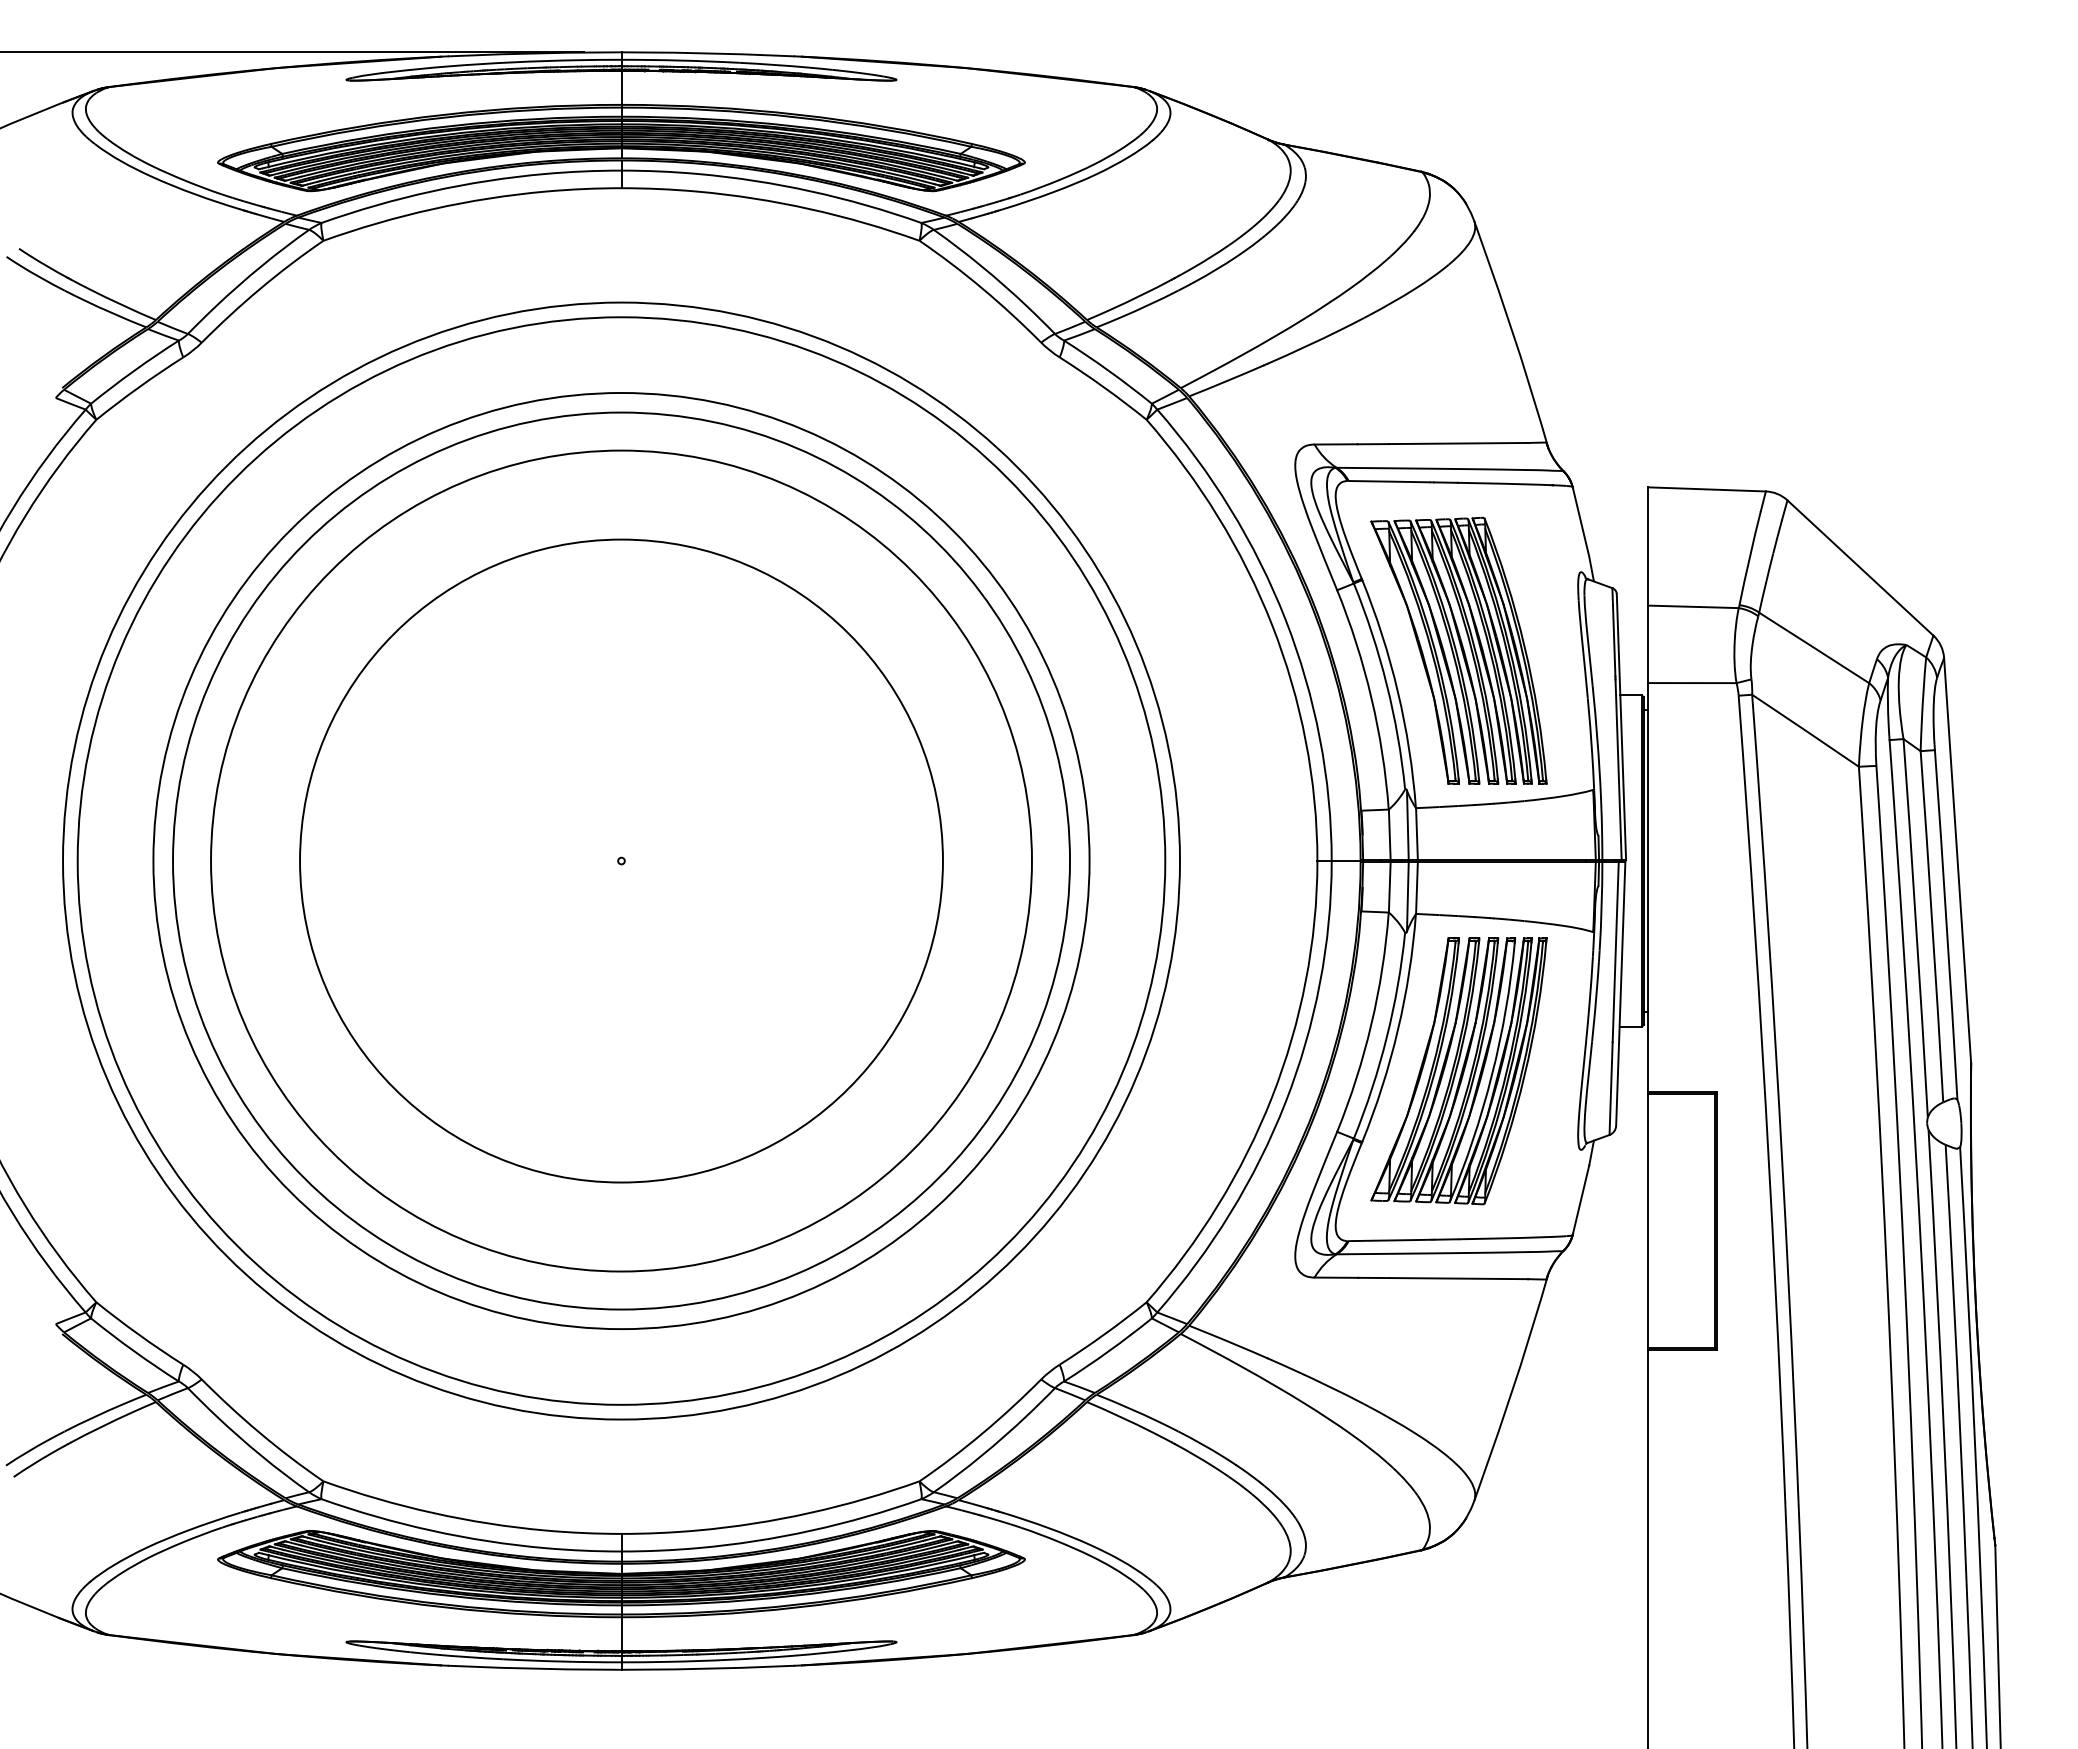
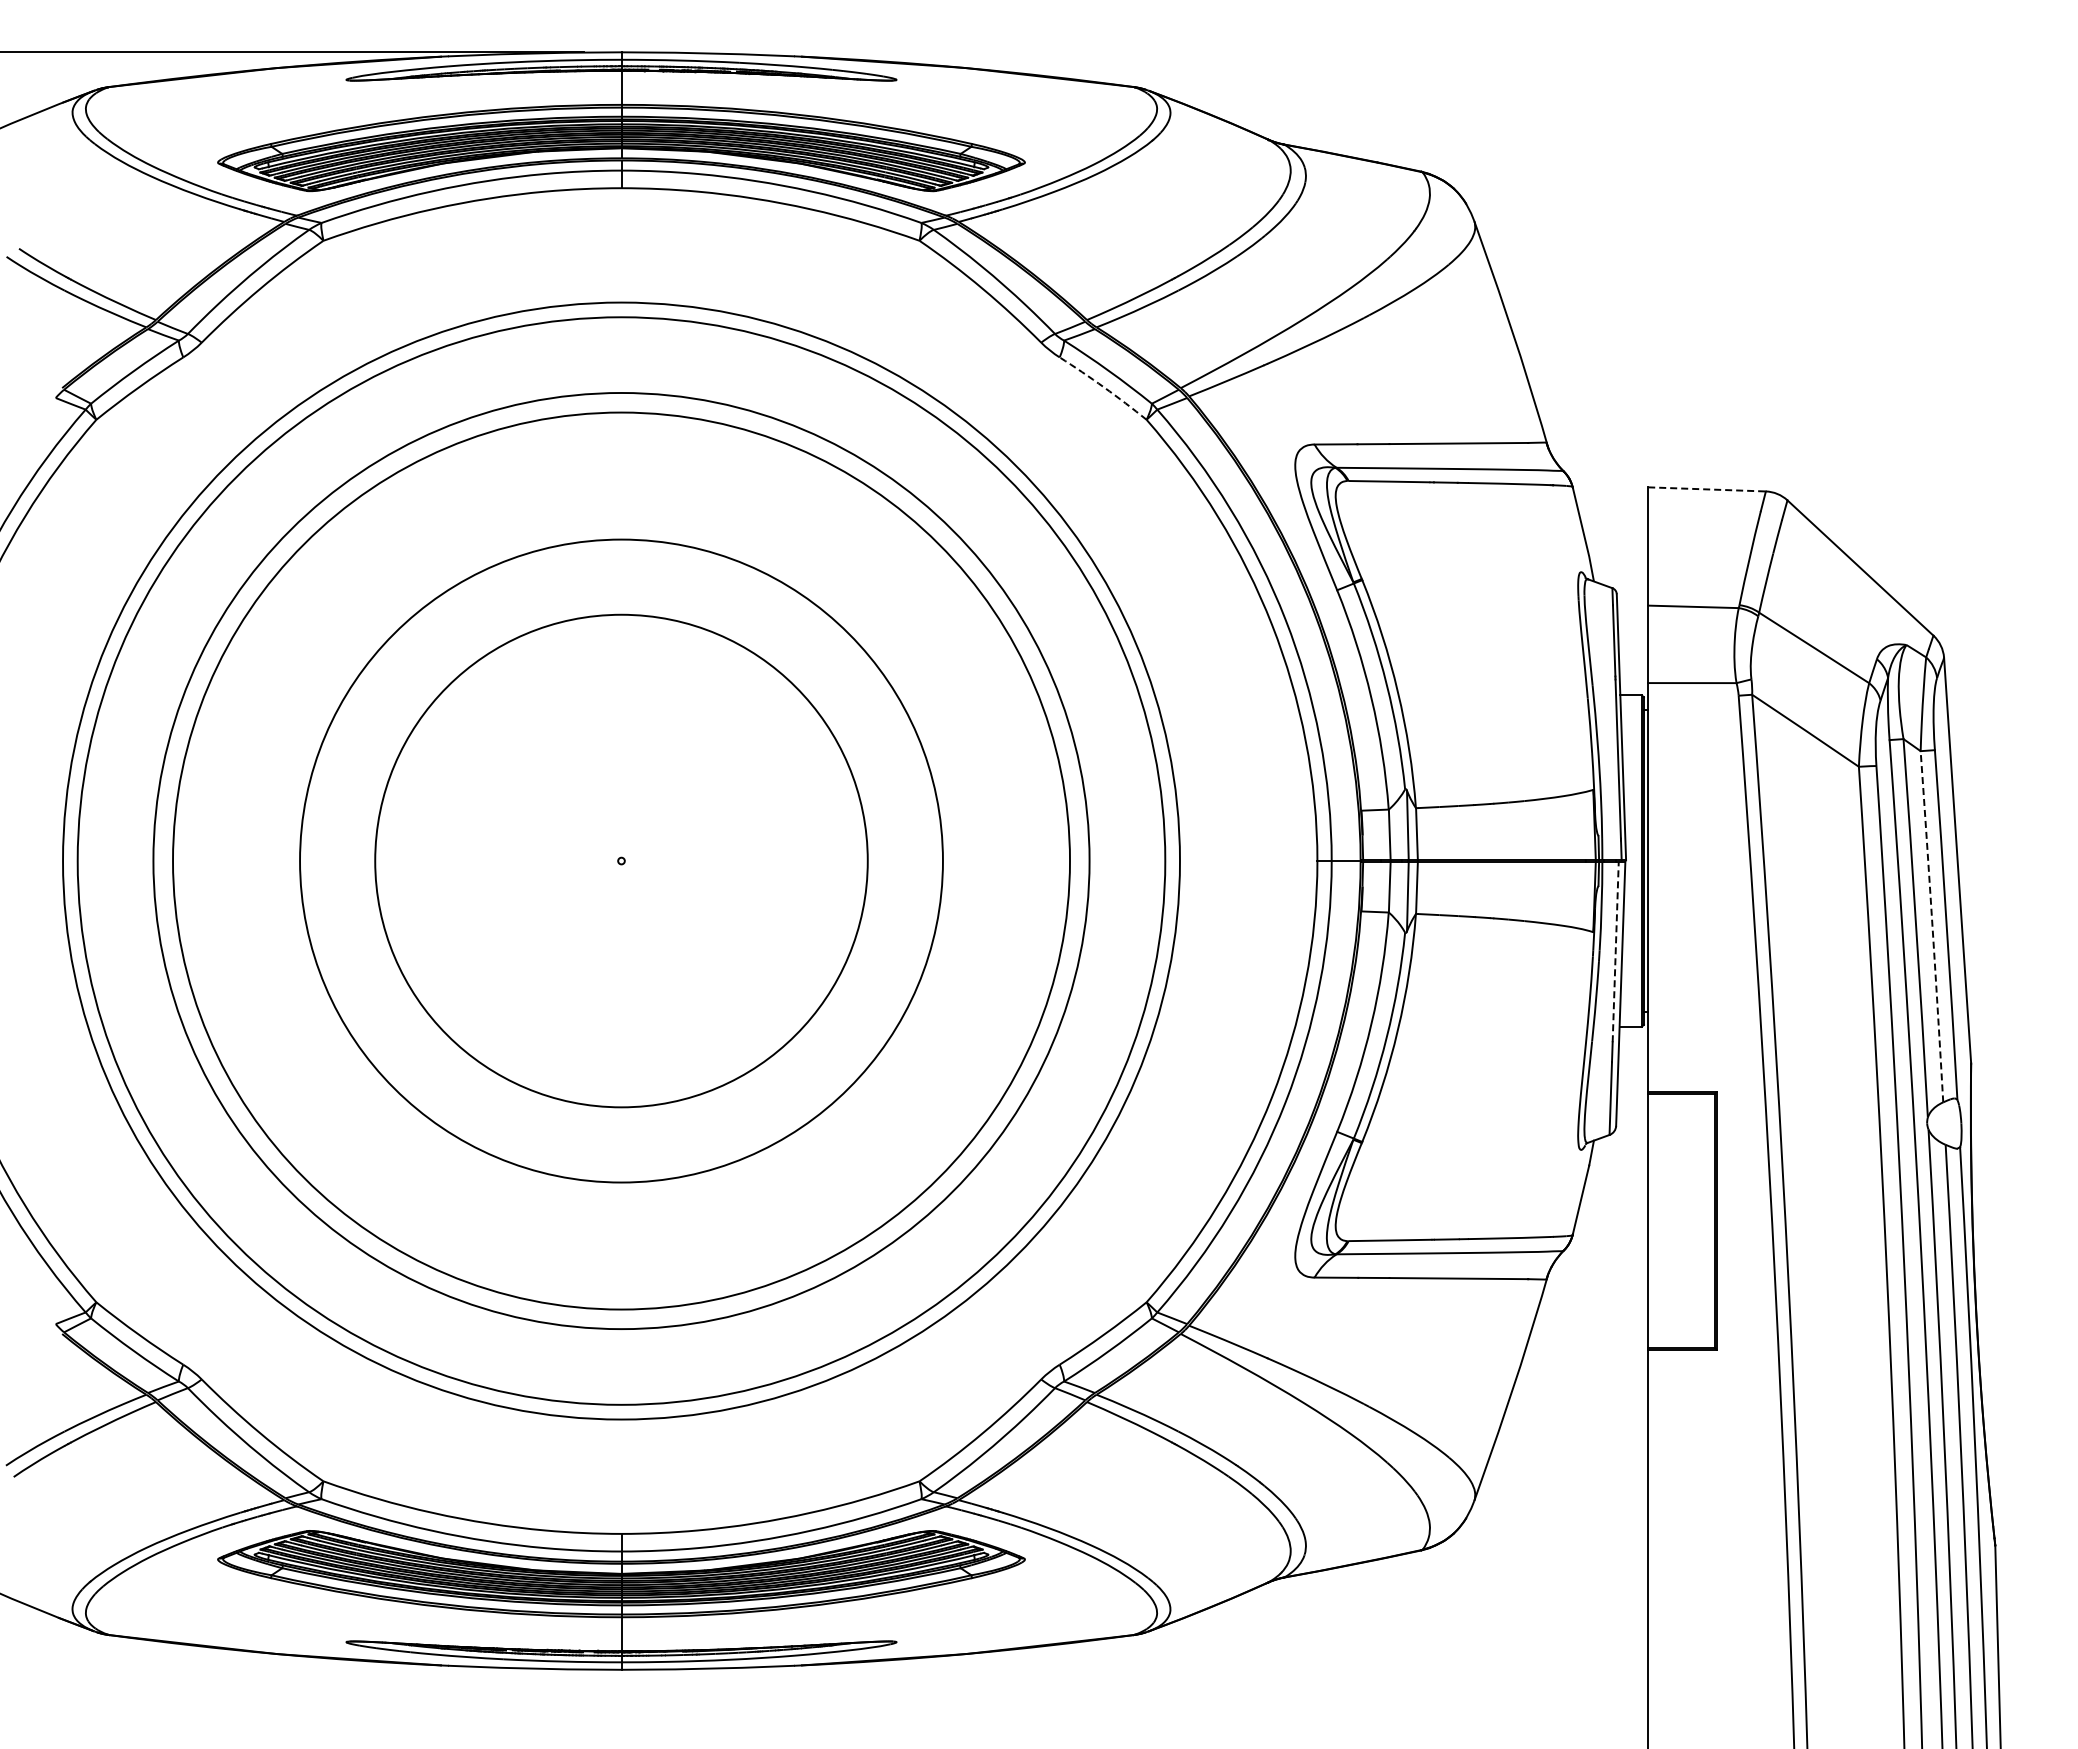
arc at (1104, 387): solid -> dashed
line at (1707, 489): solid -> dashed
part at (1458, 650): present -> none
circle at (621, 860) diameter: 821 px -> 493 px
arc at (1932, 926): solid -> dashed
line at (1615, 951): solid -> dashed
part at (1458, 1071): present -> none
